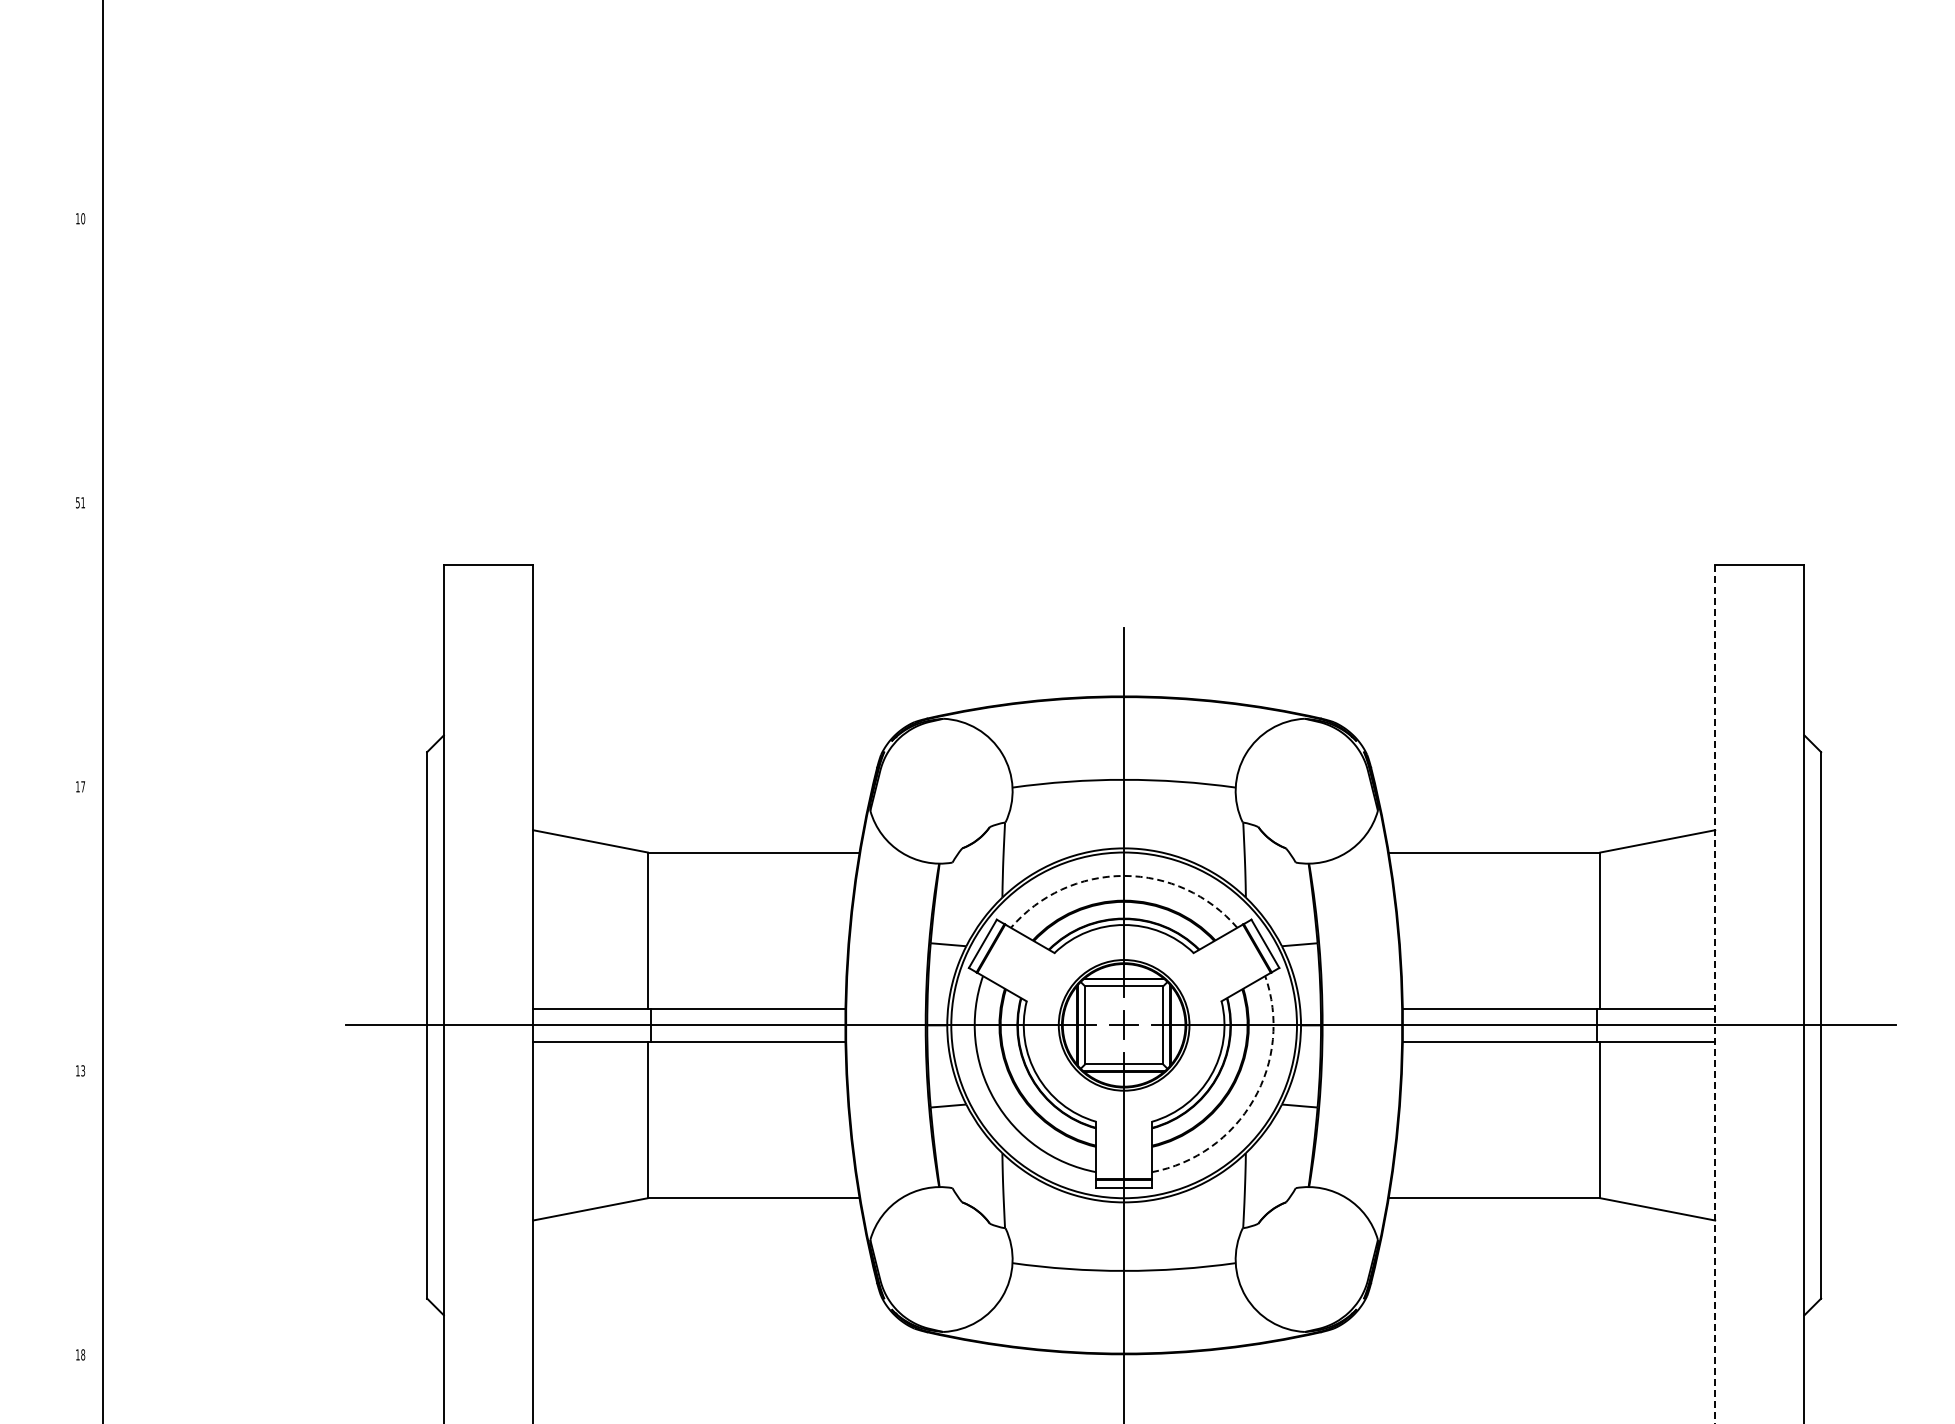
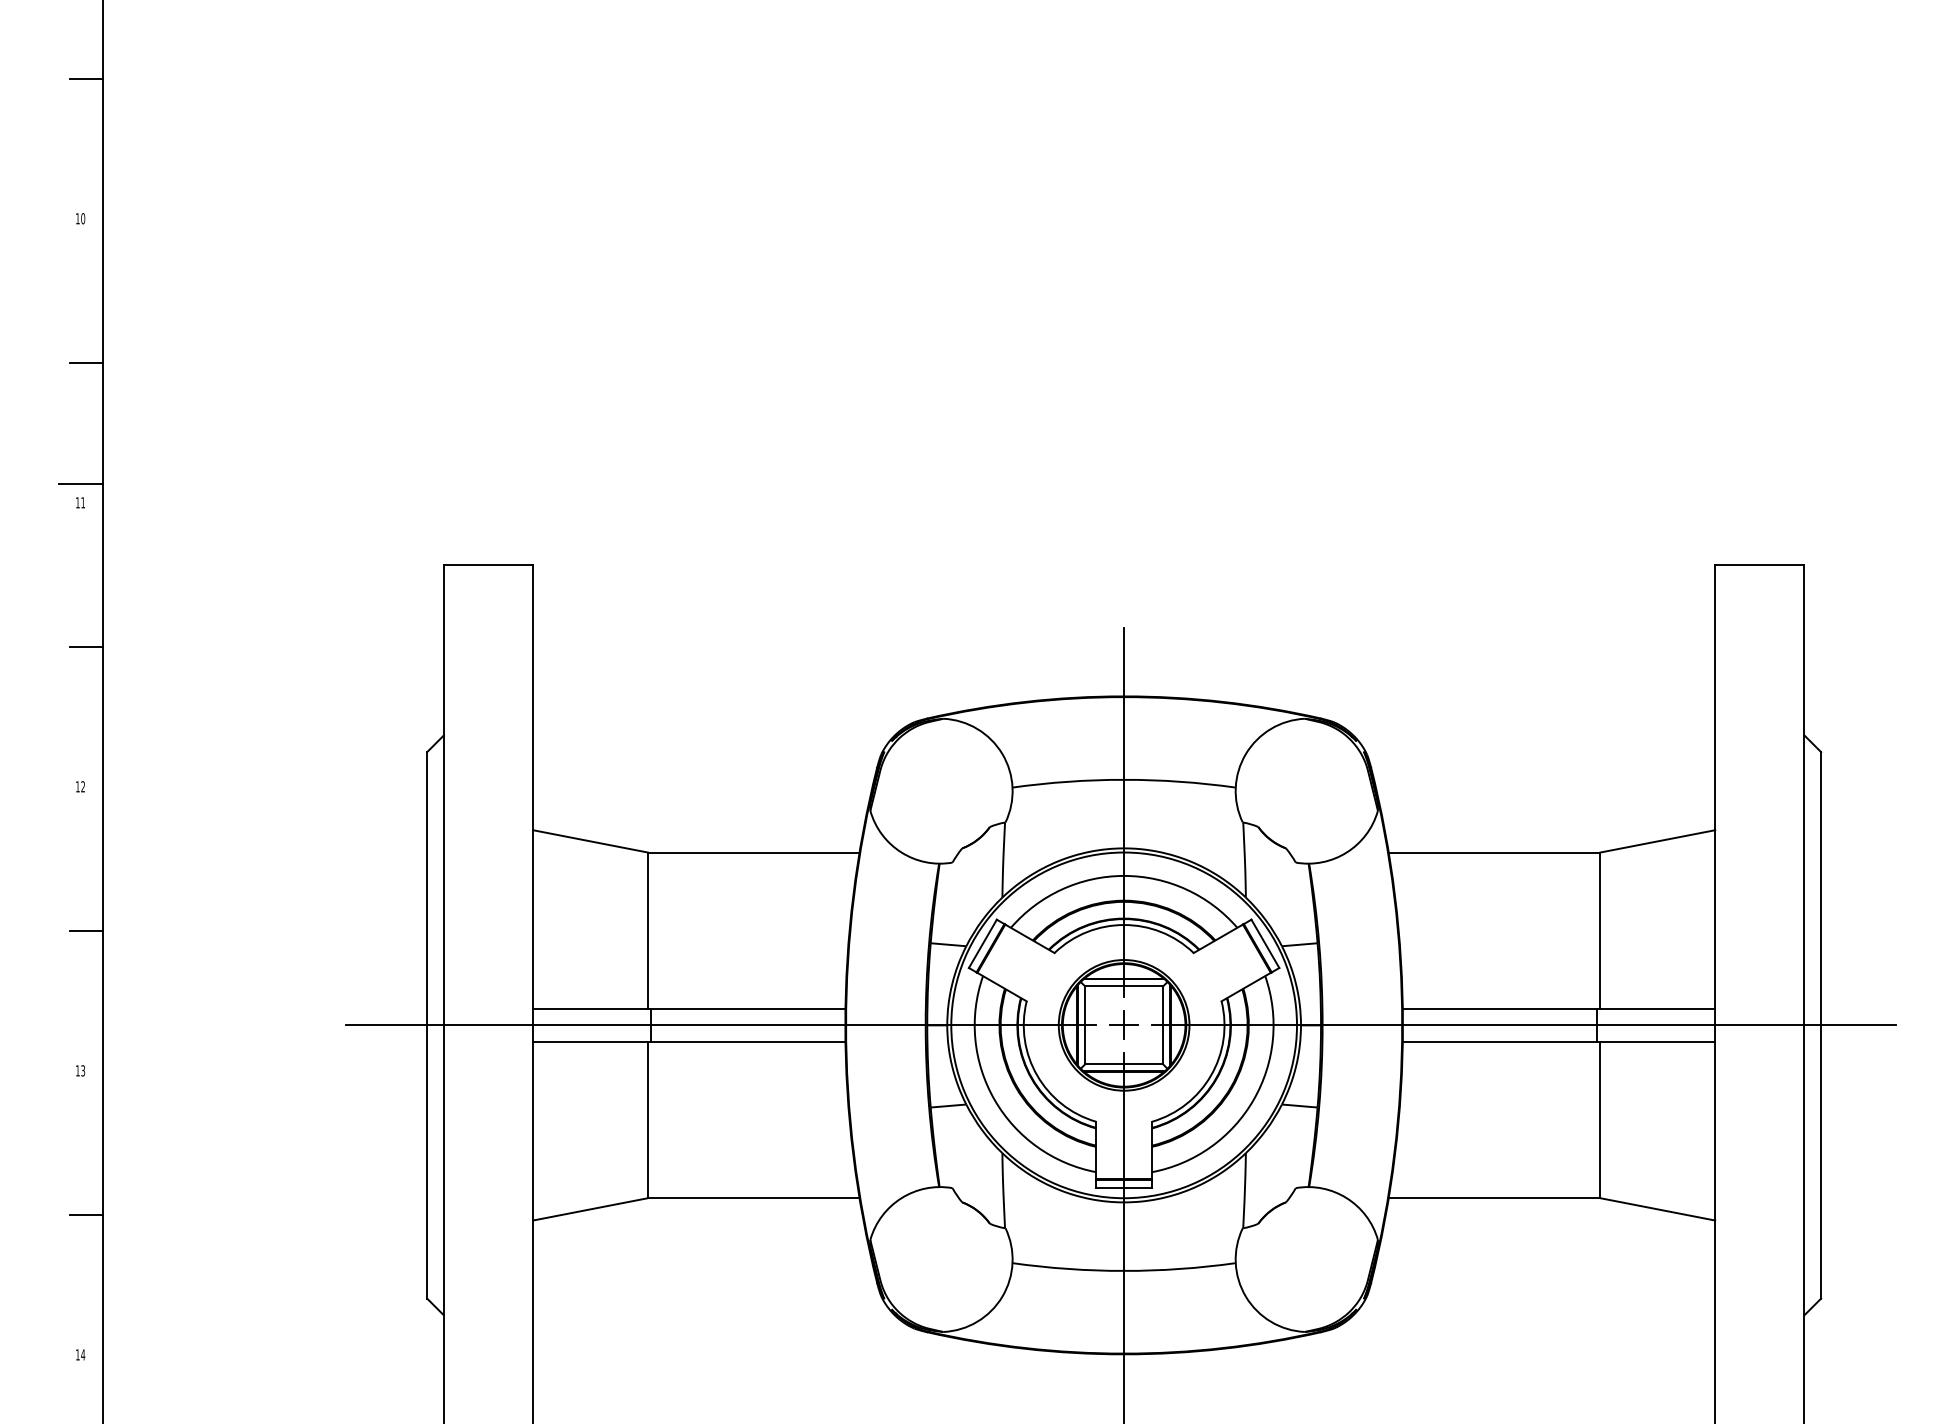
line at (86, 78): none -> present
line at (86, 362): none -> present
line at (80, 483): none -> present
text at (77, 502): 51 -> 11
line at (86, 646): none -> present
text at (83, 786): 17 -> 12
arc at (1124, 875): dashed -> solid
line at (86, 930): none -> present
line at (1715, 993): dashed -> solid
arc at (1253, 1100): dashed -> solid
line at (86, 1214): none -> present
text at (83, 1354): 18 -> 14
